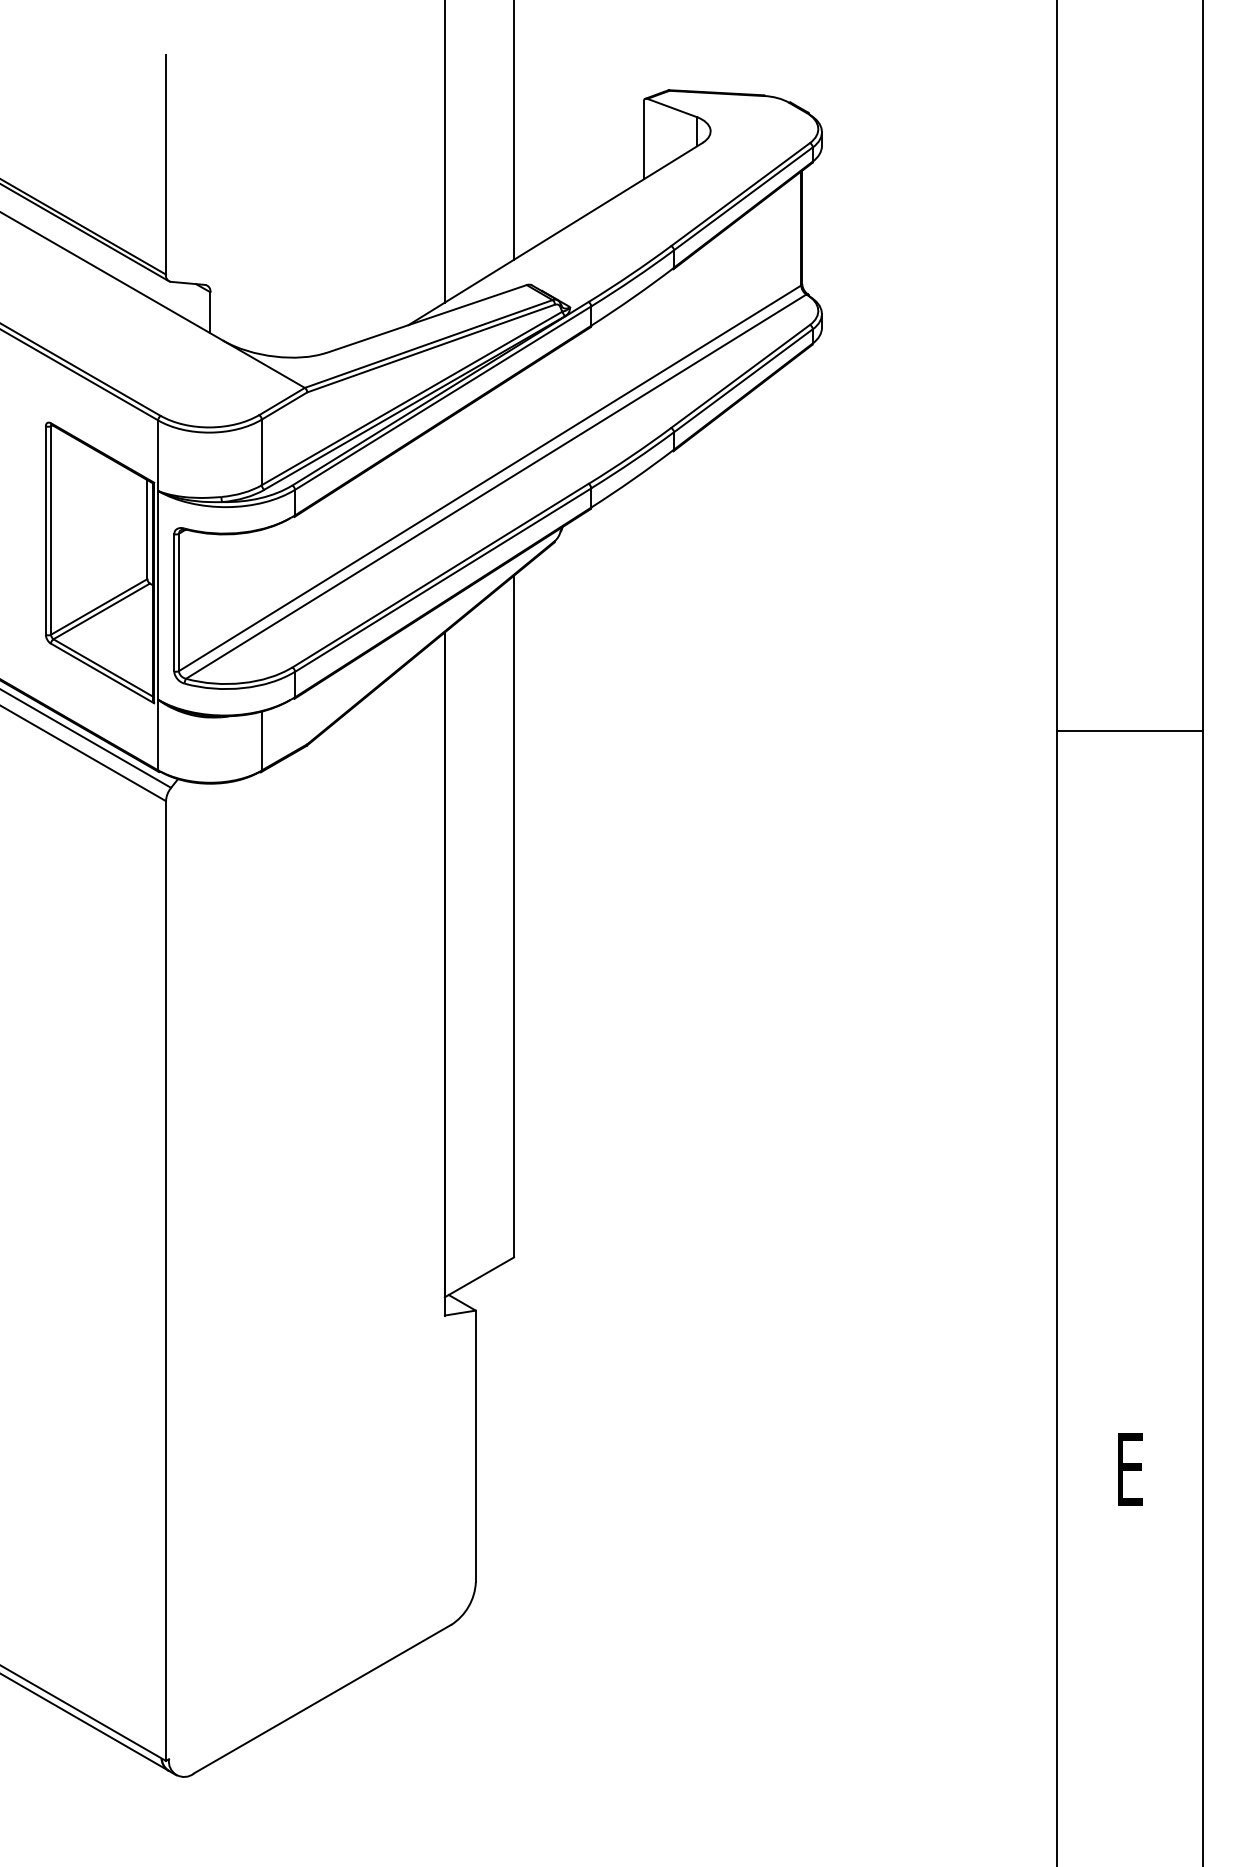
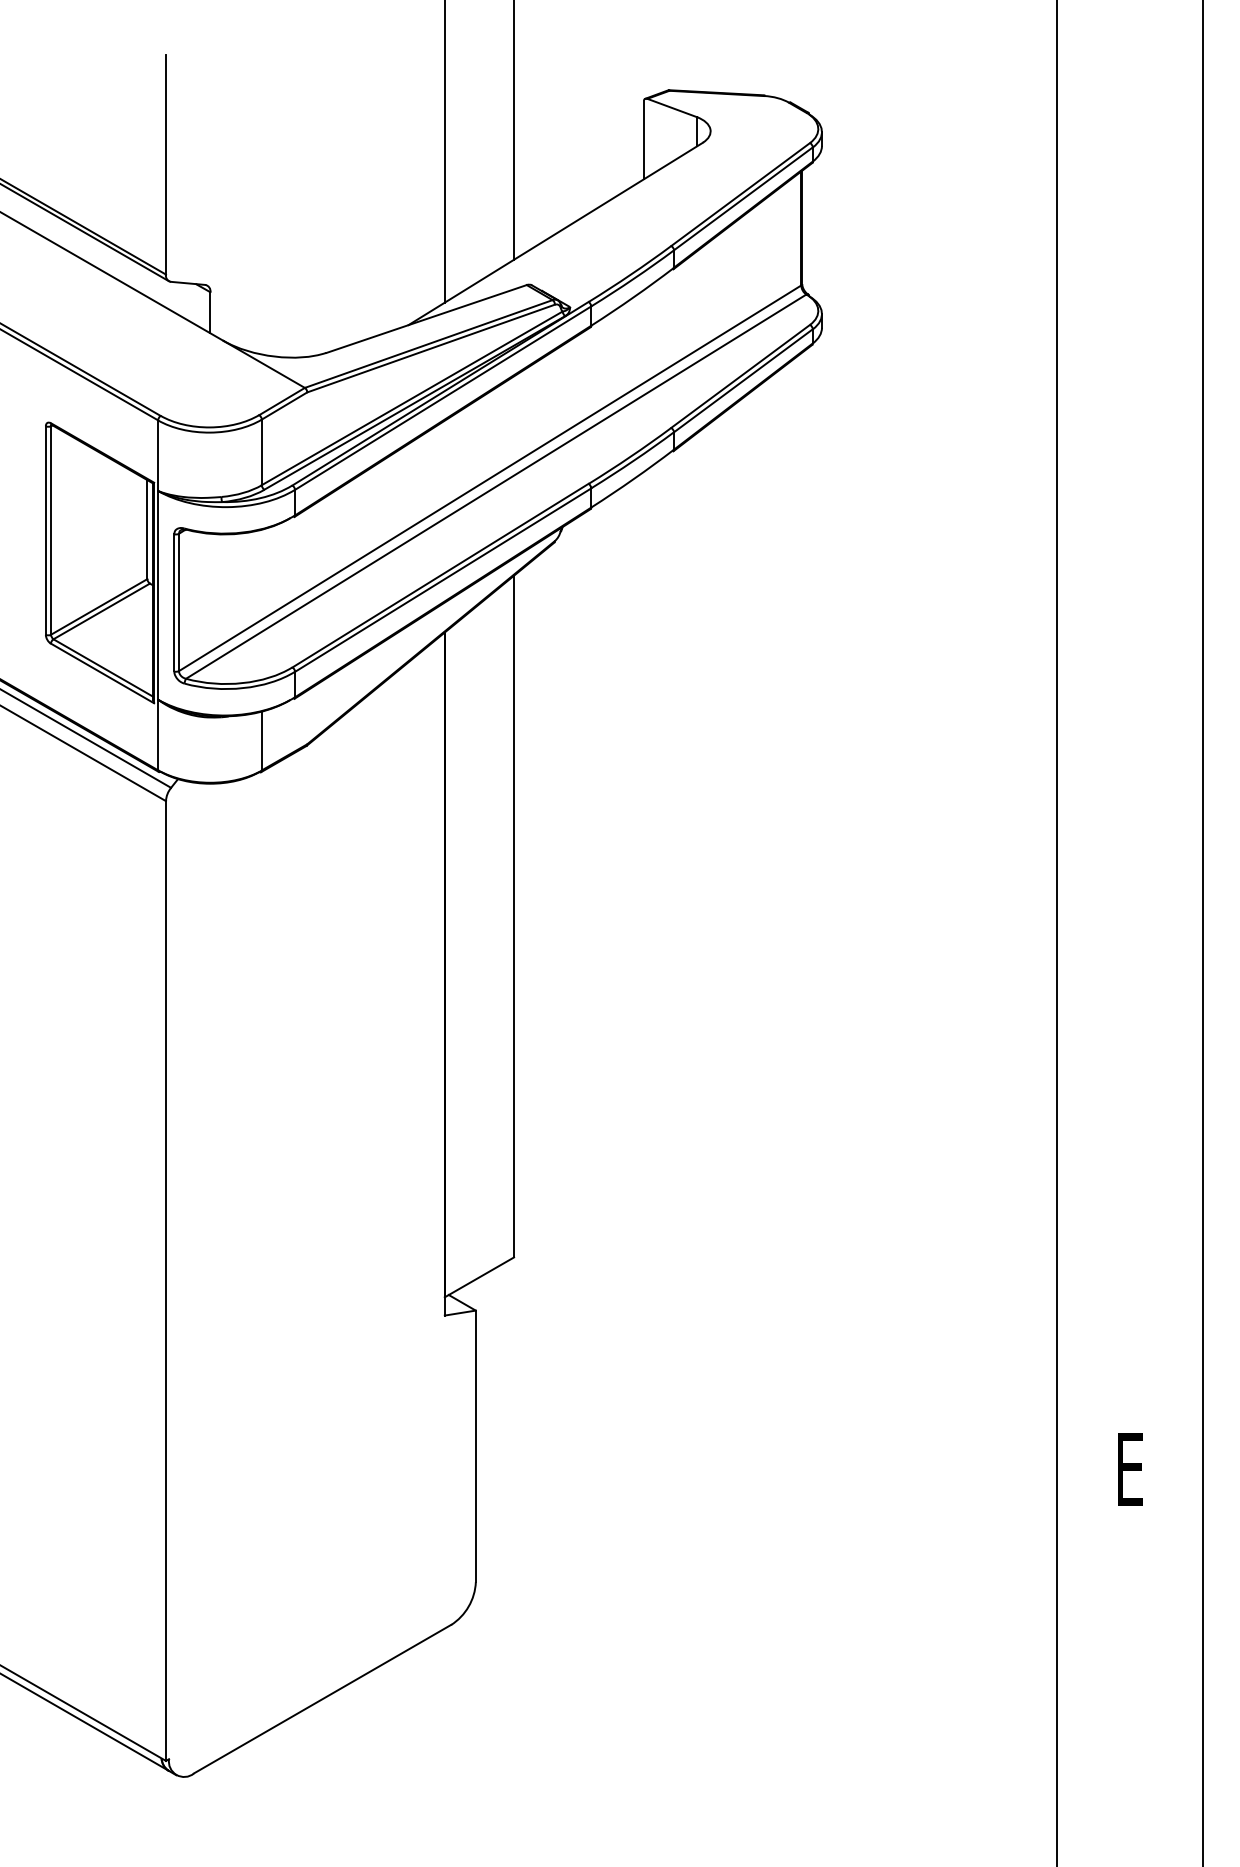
line at (1129, 730): present -> none
